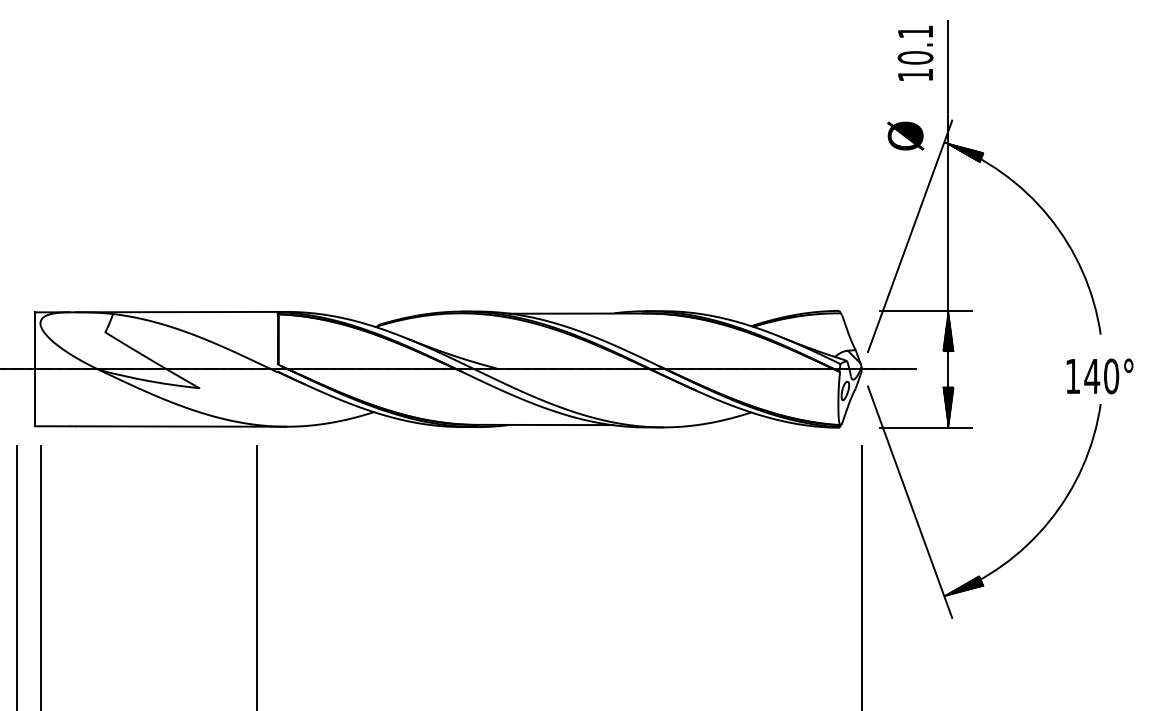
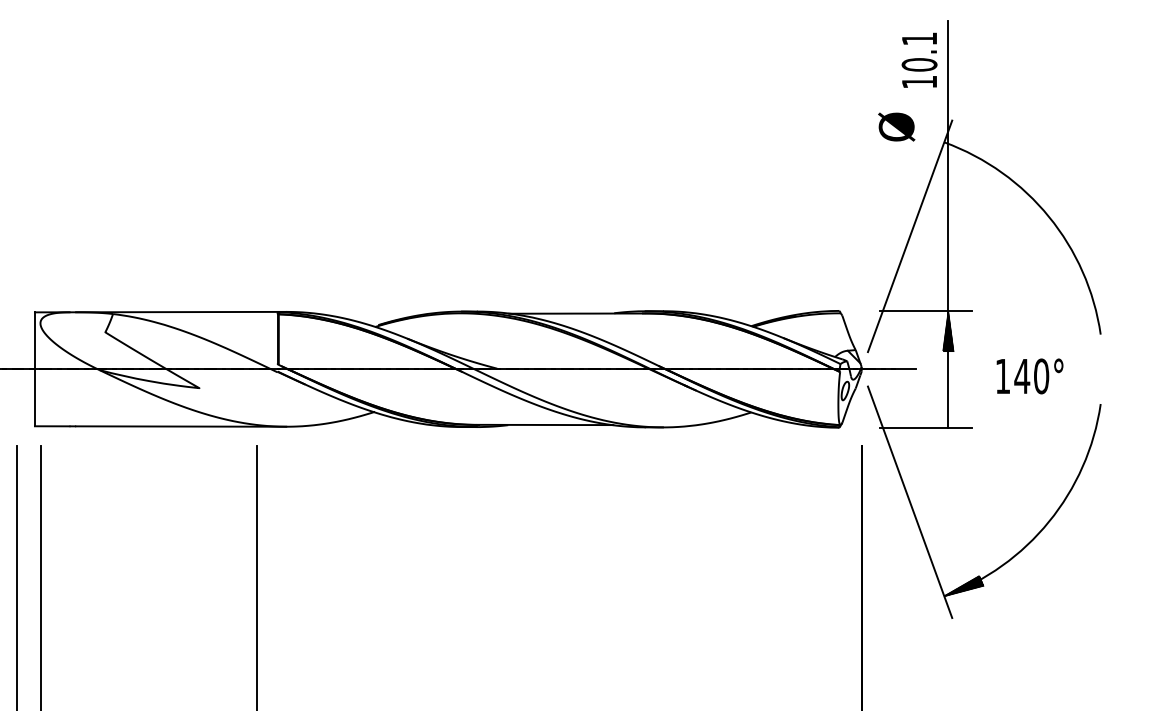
text at (915, 52) position: (915, 52) -> (919, 59)
text at (905, 135) position: (905, 135) -> (896, 126)
hatch at (963, 152): present -> none
text at (1099, 376) position: (1099, 376) -> (1029, 376)
hatch at (948, 407): present -> none
